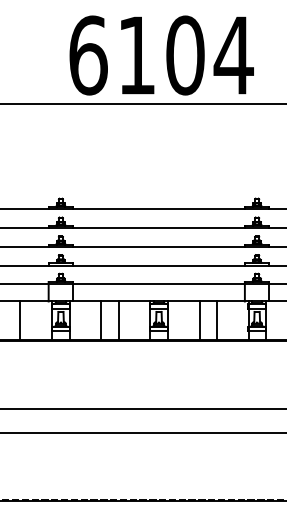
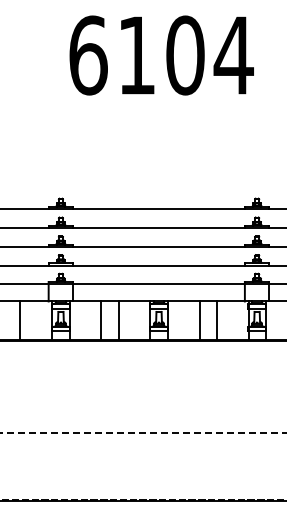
line at (142, 103): present -> none
line at (142, 408): present -> none
line at (143, 433): solid -> dashed
